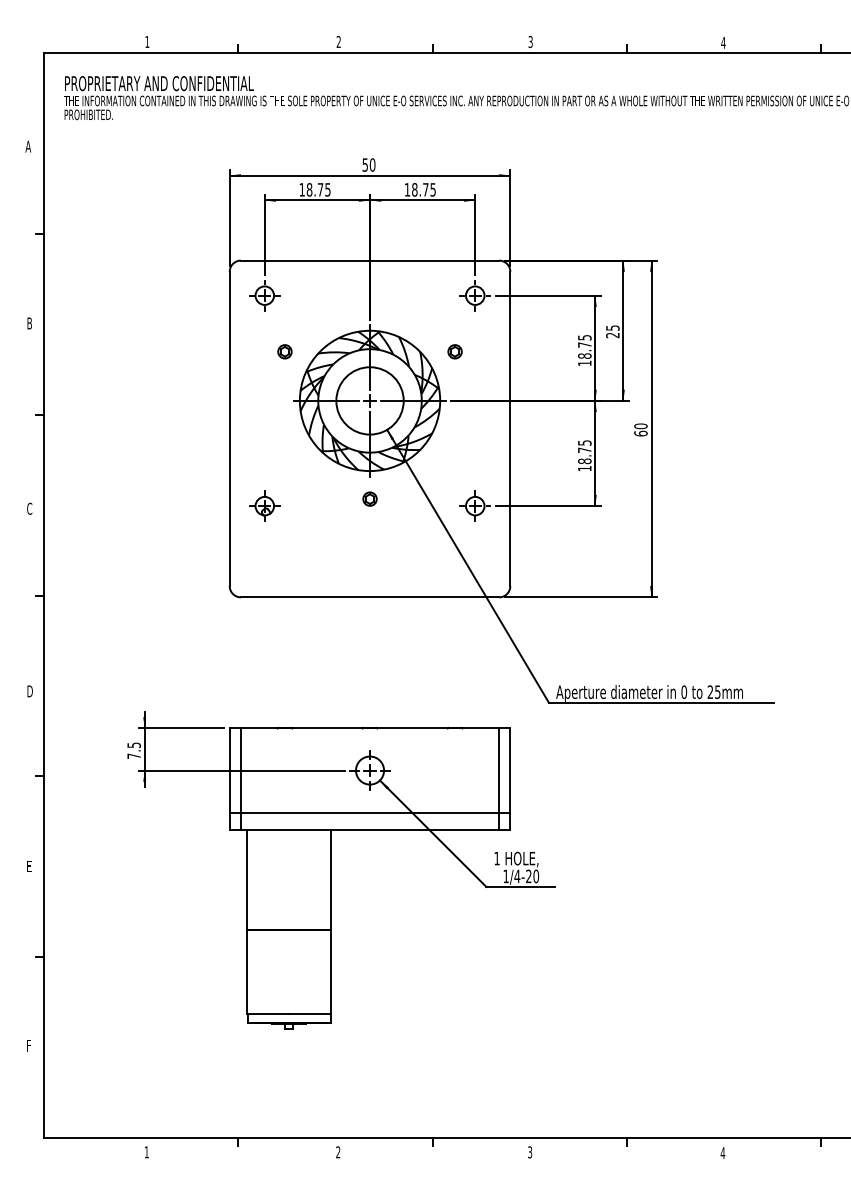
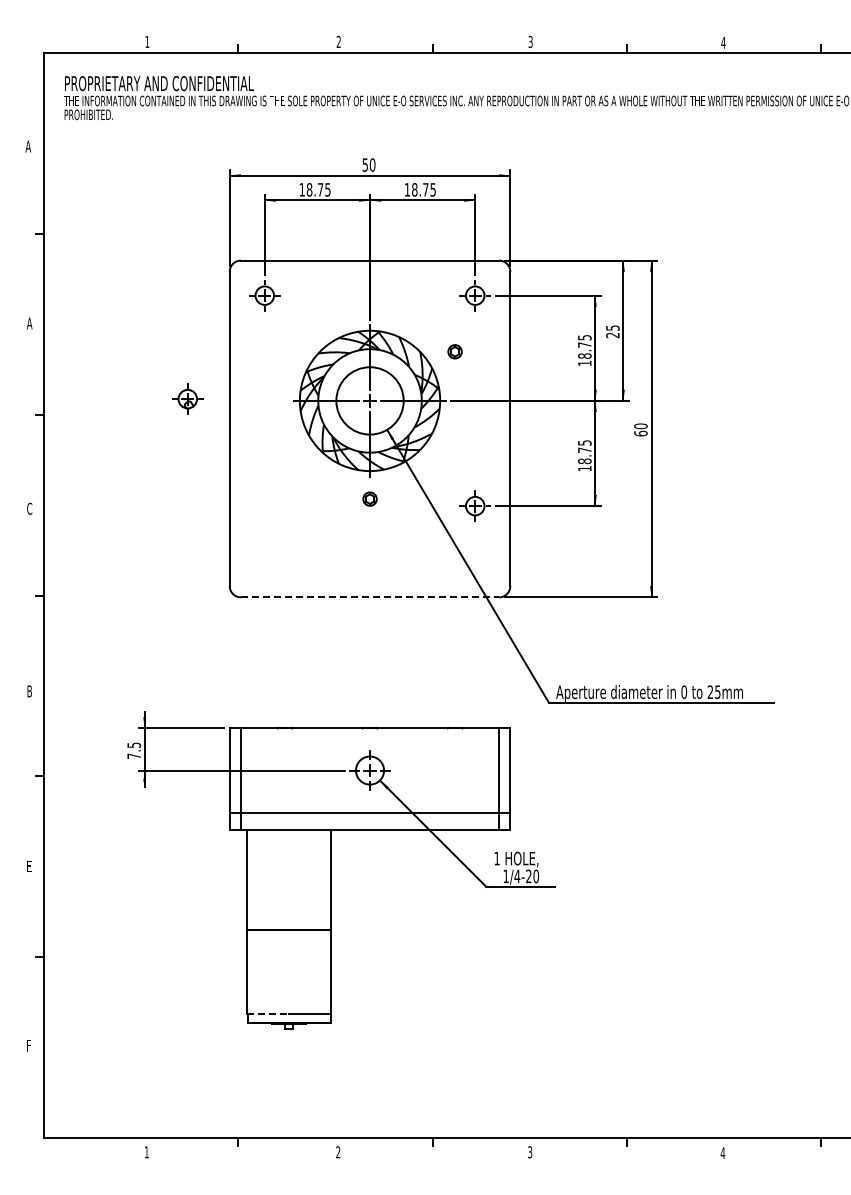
text at (29, 323): B -> A
part at (284, 351): present -> none
part at (264, 505) position: (264, 505) -> (187, 398)
line at (370, 597): solid -> dashed
text at (30, 690): D -> B
line at (268, 1014): solid -> dashed
